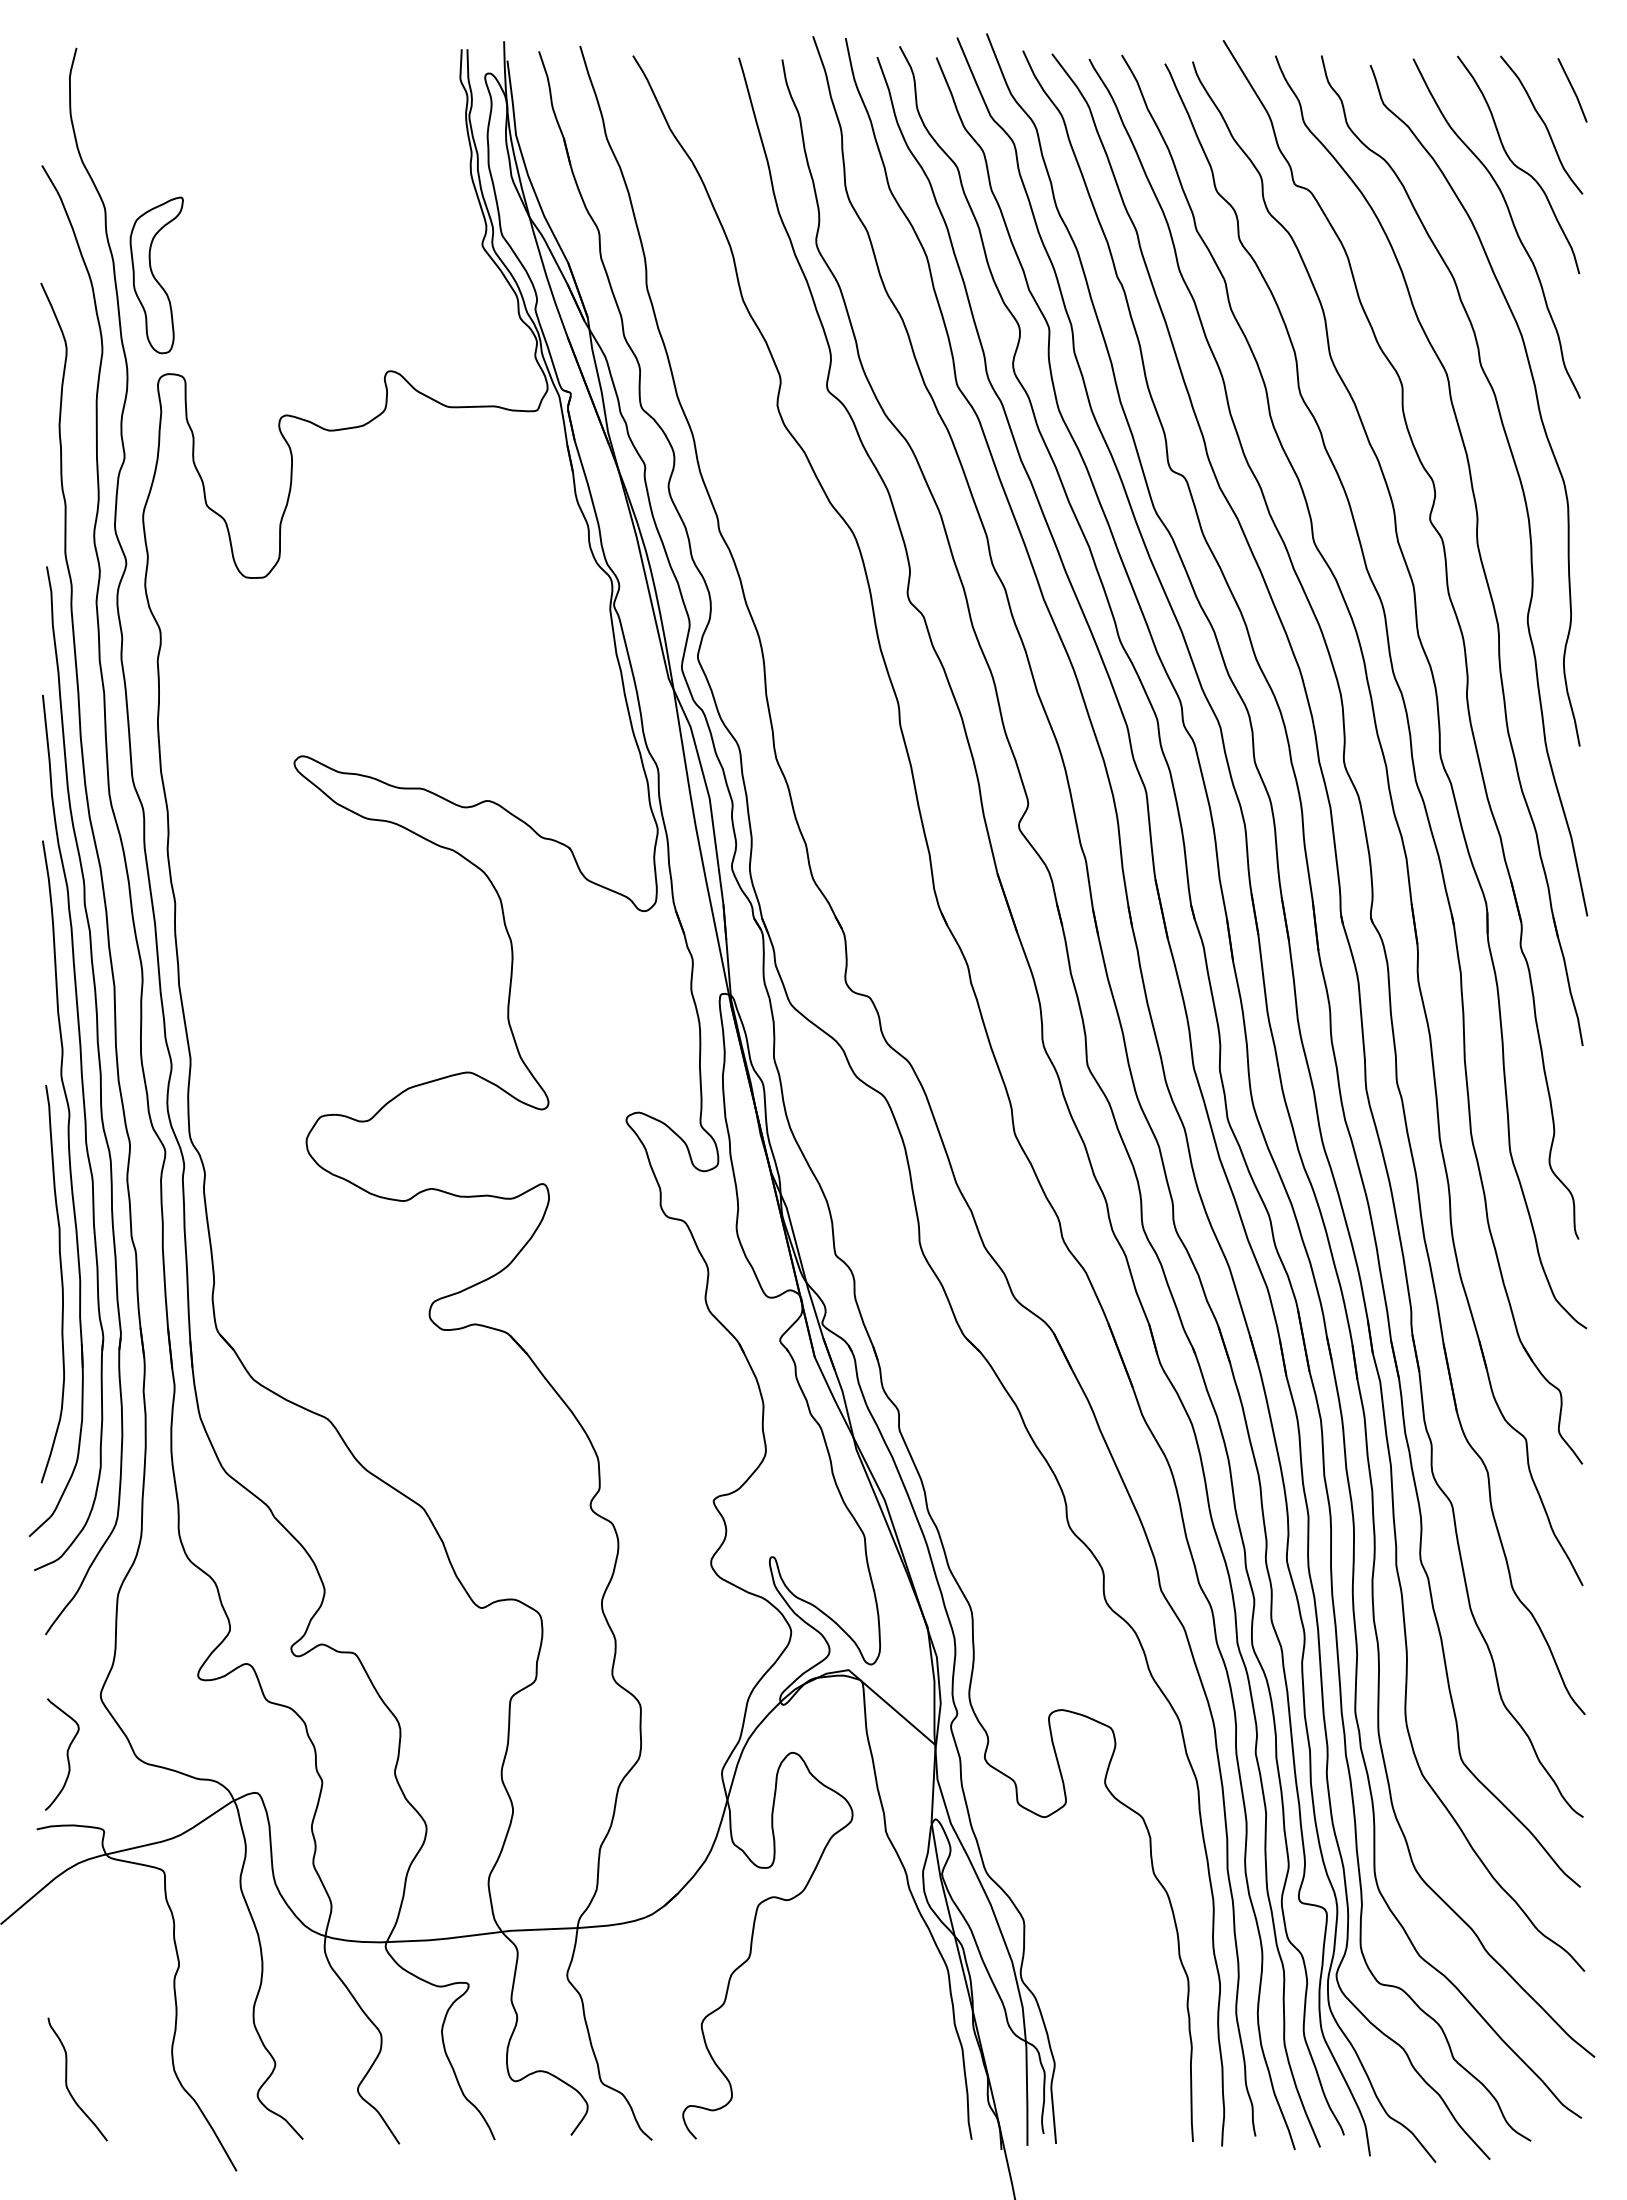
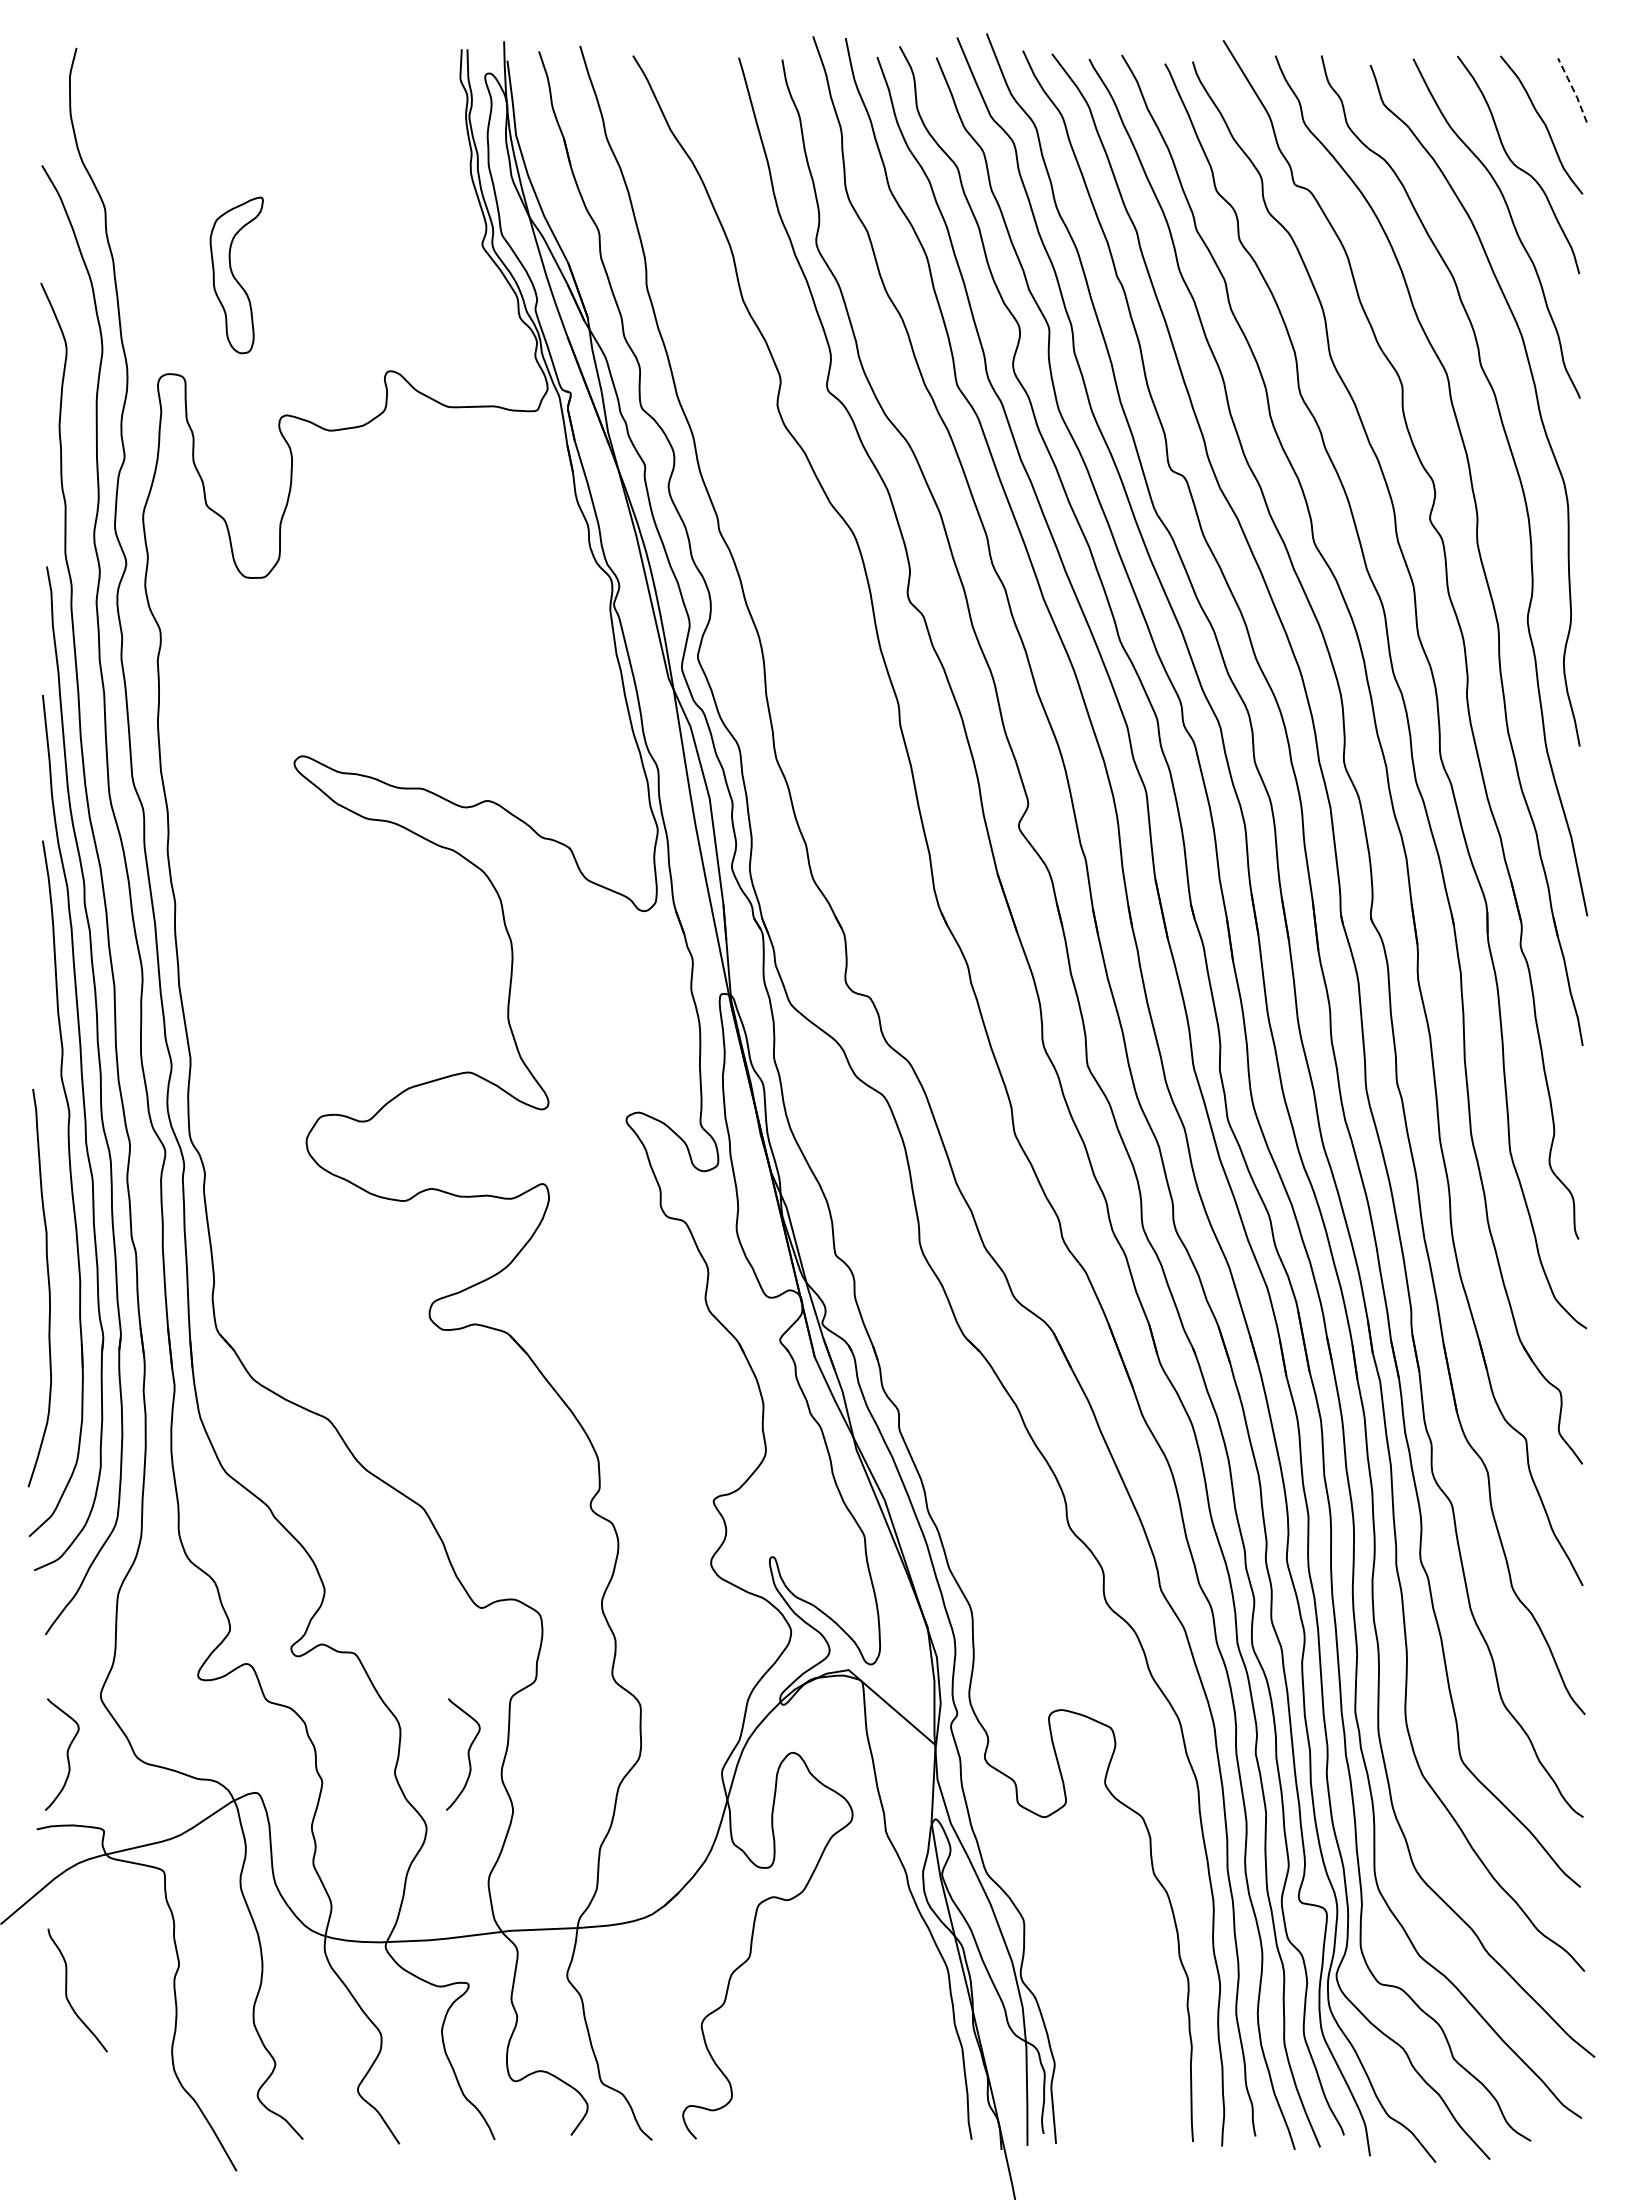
line at (1573, 90): solid -> dashed
part at (156, 275) position: (156, 275) -> (236, 275)
curve at (61, 1284) position: (61, 1284) -> (48, 1288)
curve at (467, 1754): none -> present
curve at (67, 2079) position: (67, 2079) -> (67, 1990)
